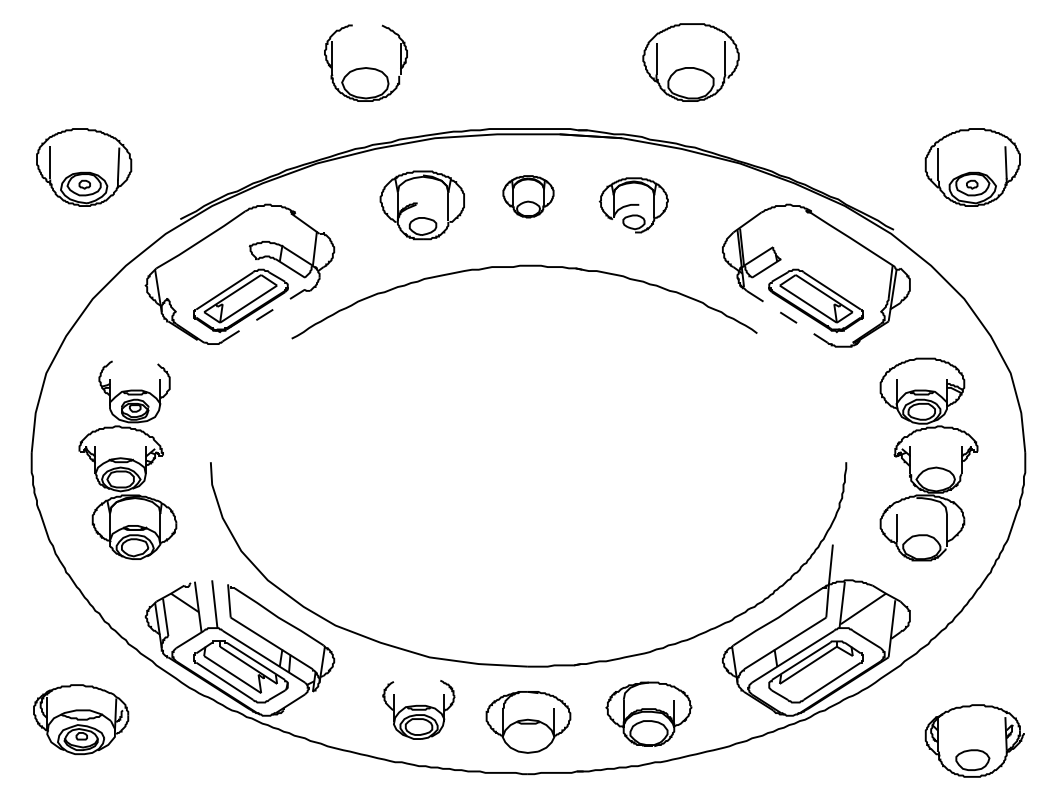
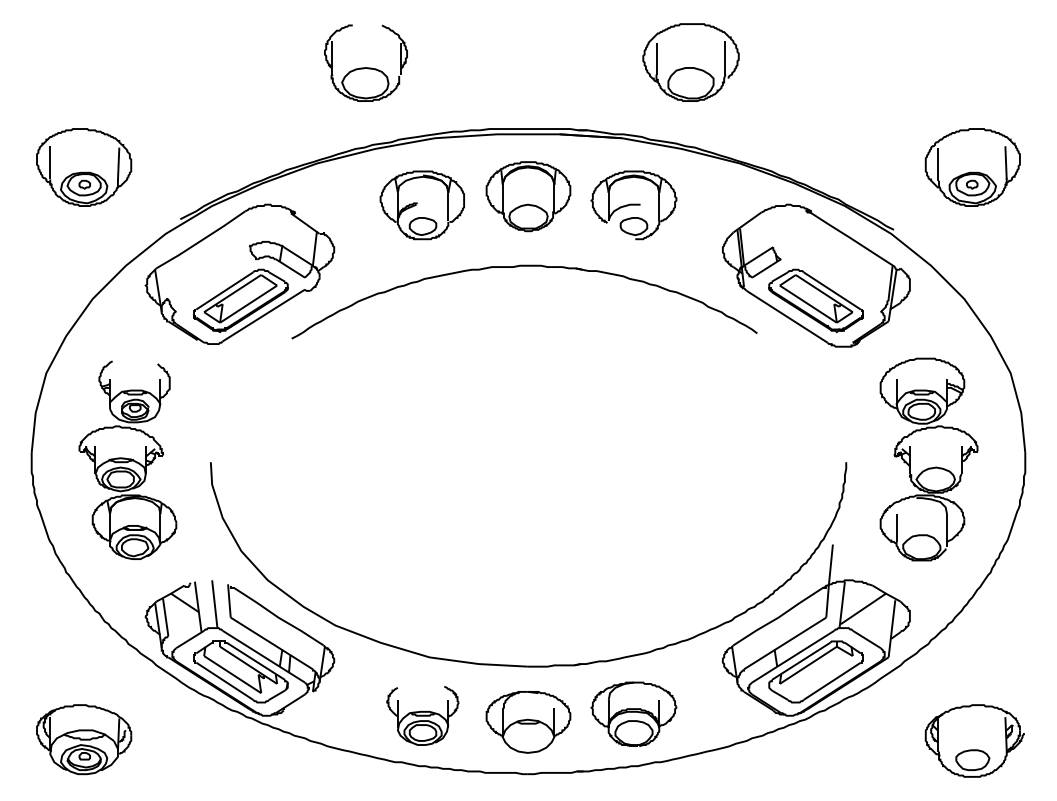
part at (528, 196) size: 53x44 px -> 87x72 px
part at (633, 205) size: 71x57 px -> 88x71 px
line at (263, 315): dashed -> solid
line at (787, 317): dashed -> solid
part at (418, 709) position: (418, 709) -> (422, 715)
part at (648, 713) position: (648, 713) -> (633, 713)
part at (81, 719) position: (81, 719) -> (84, 739)
